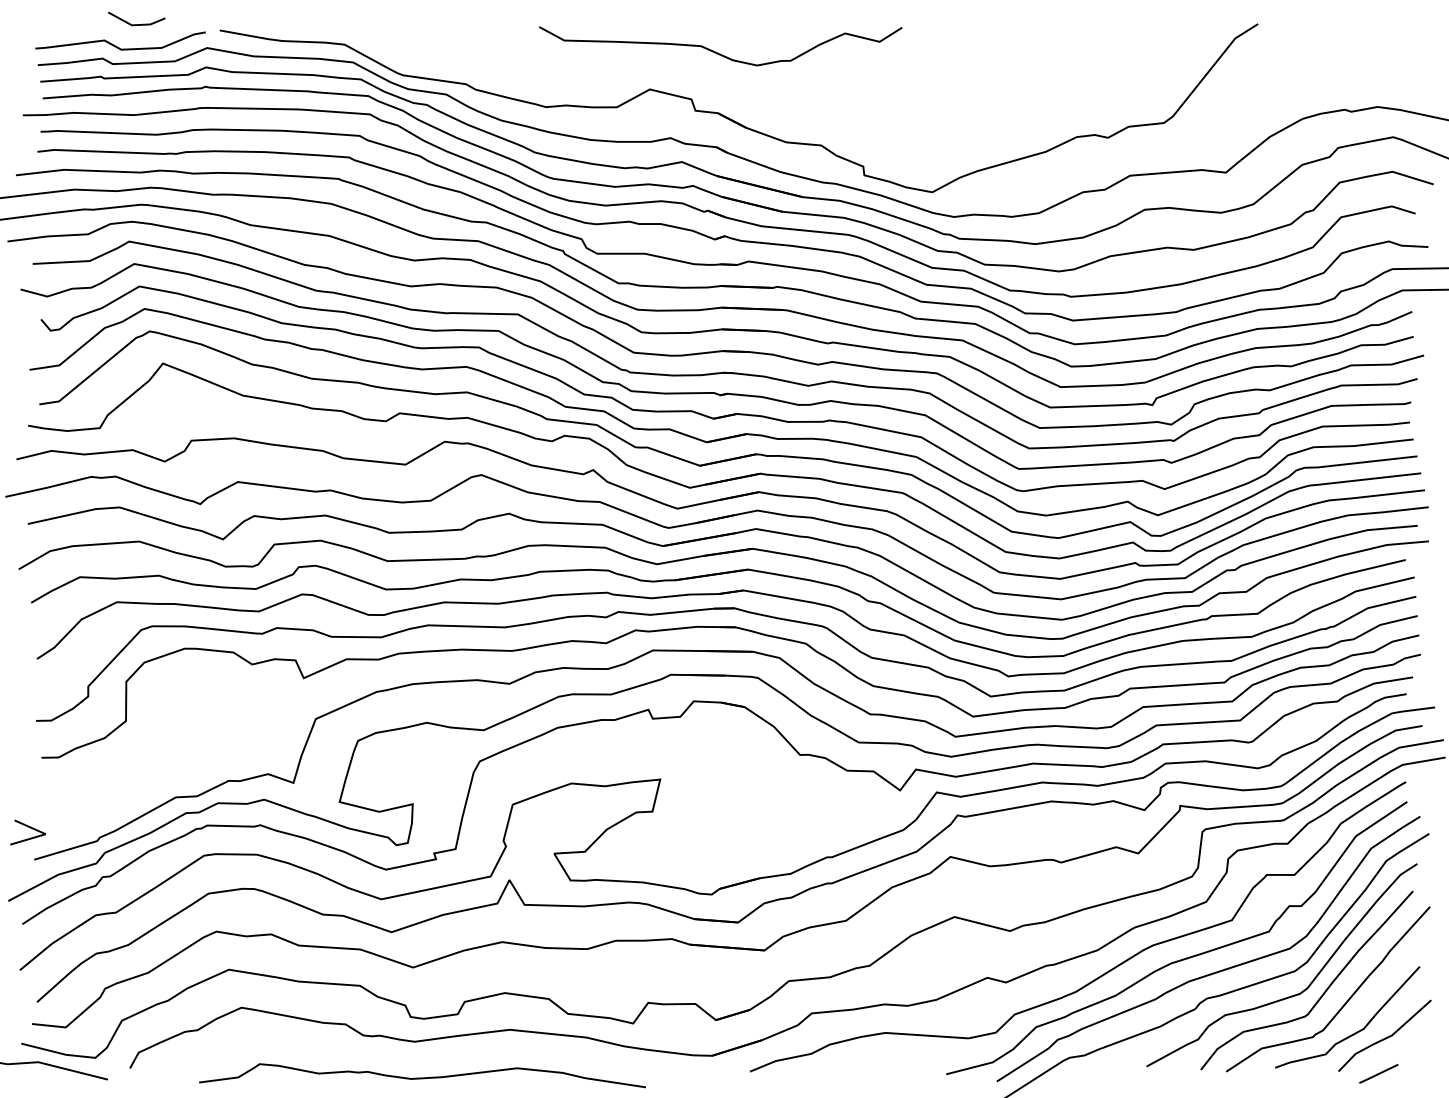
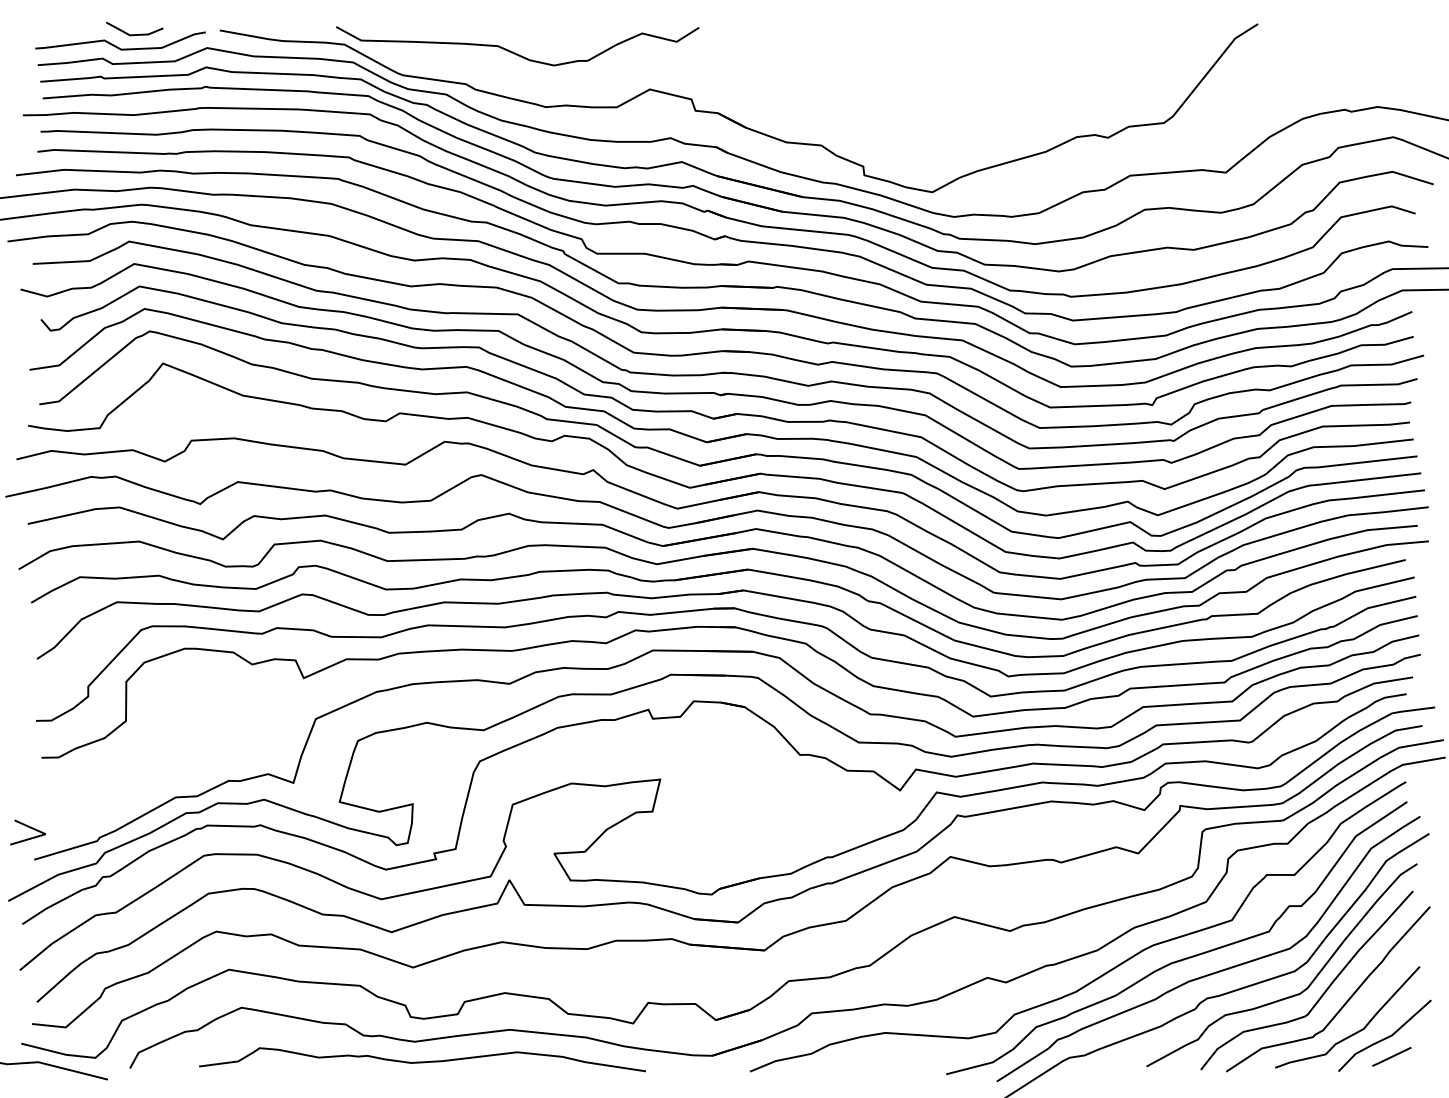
line at (136, 24) position: (136, 24) -> (134, 34)
curve at (718, 52) position: (718, 52) -> (515, 52)
line at (1378, 1073) position: (1378, 1073) -> (1391, 1056)
curve at (422, 1077) position: (422, 1077) -> (422, 1061)
